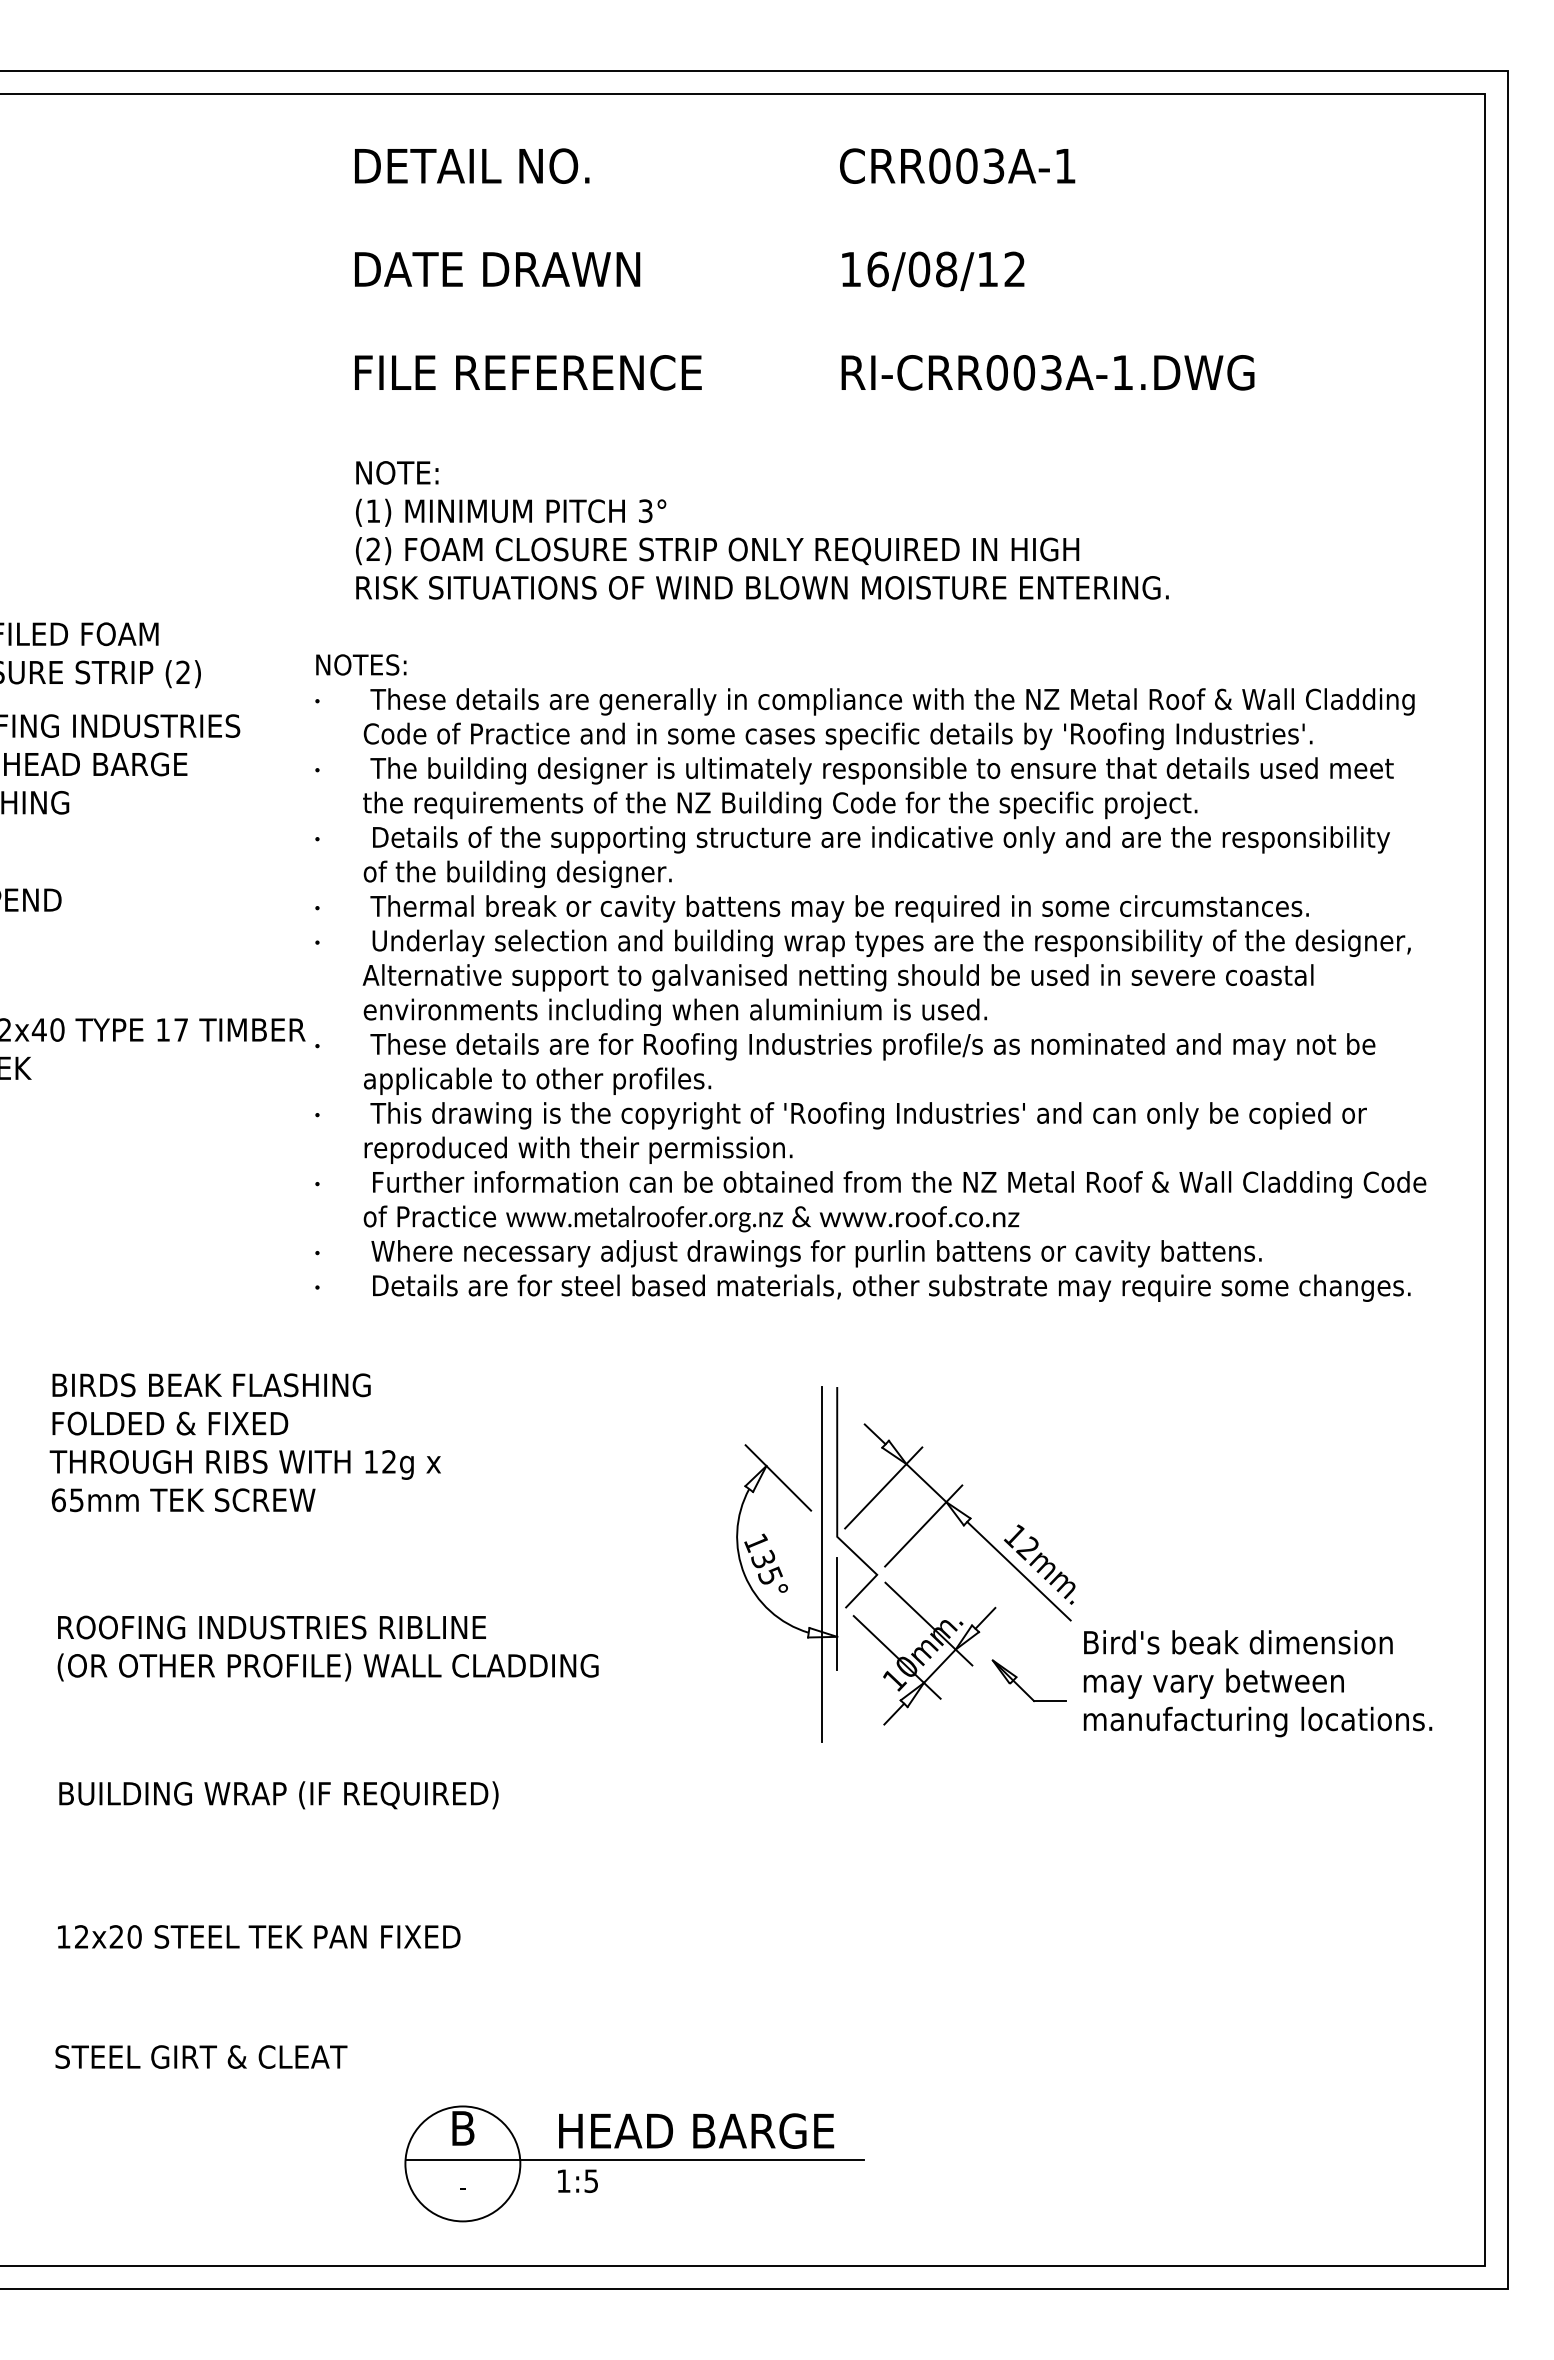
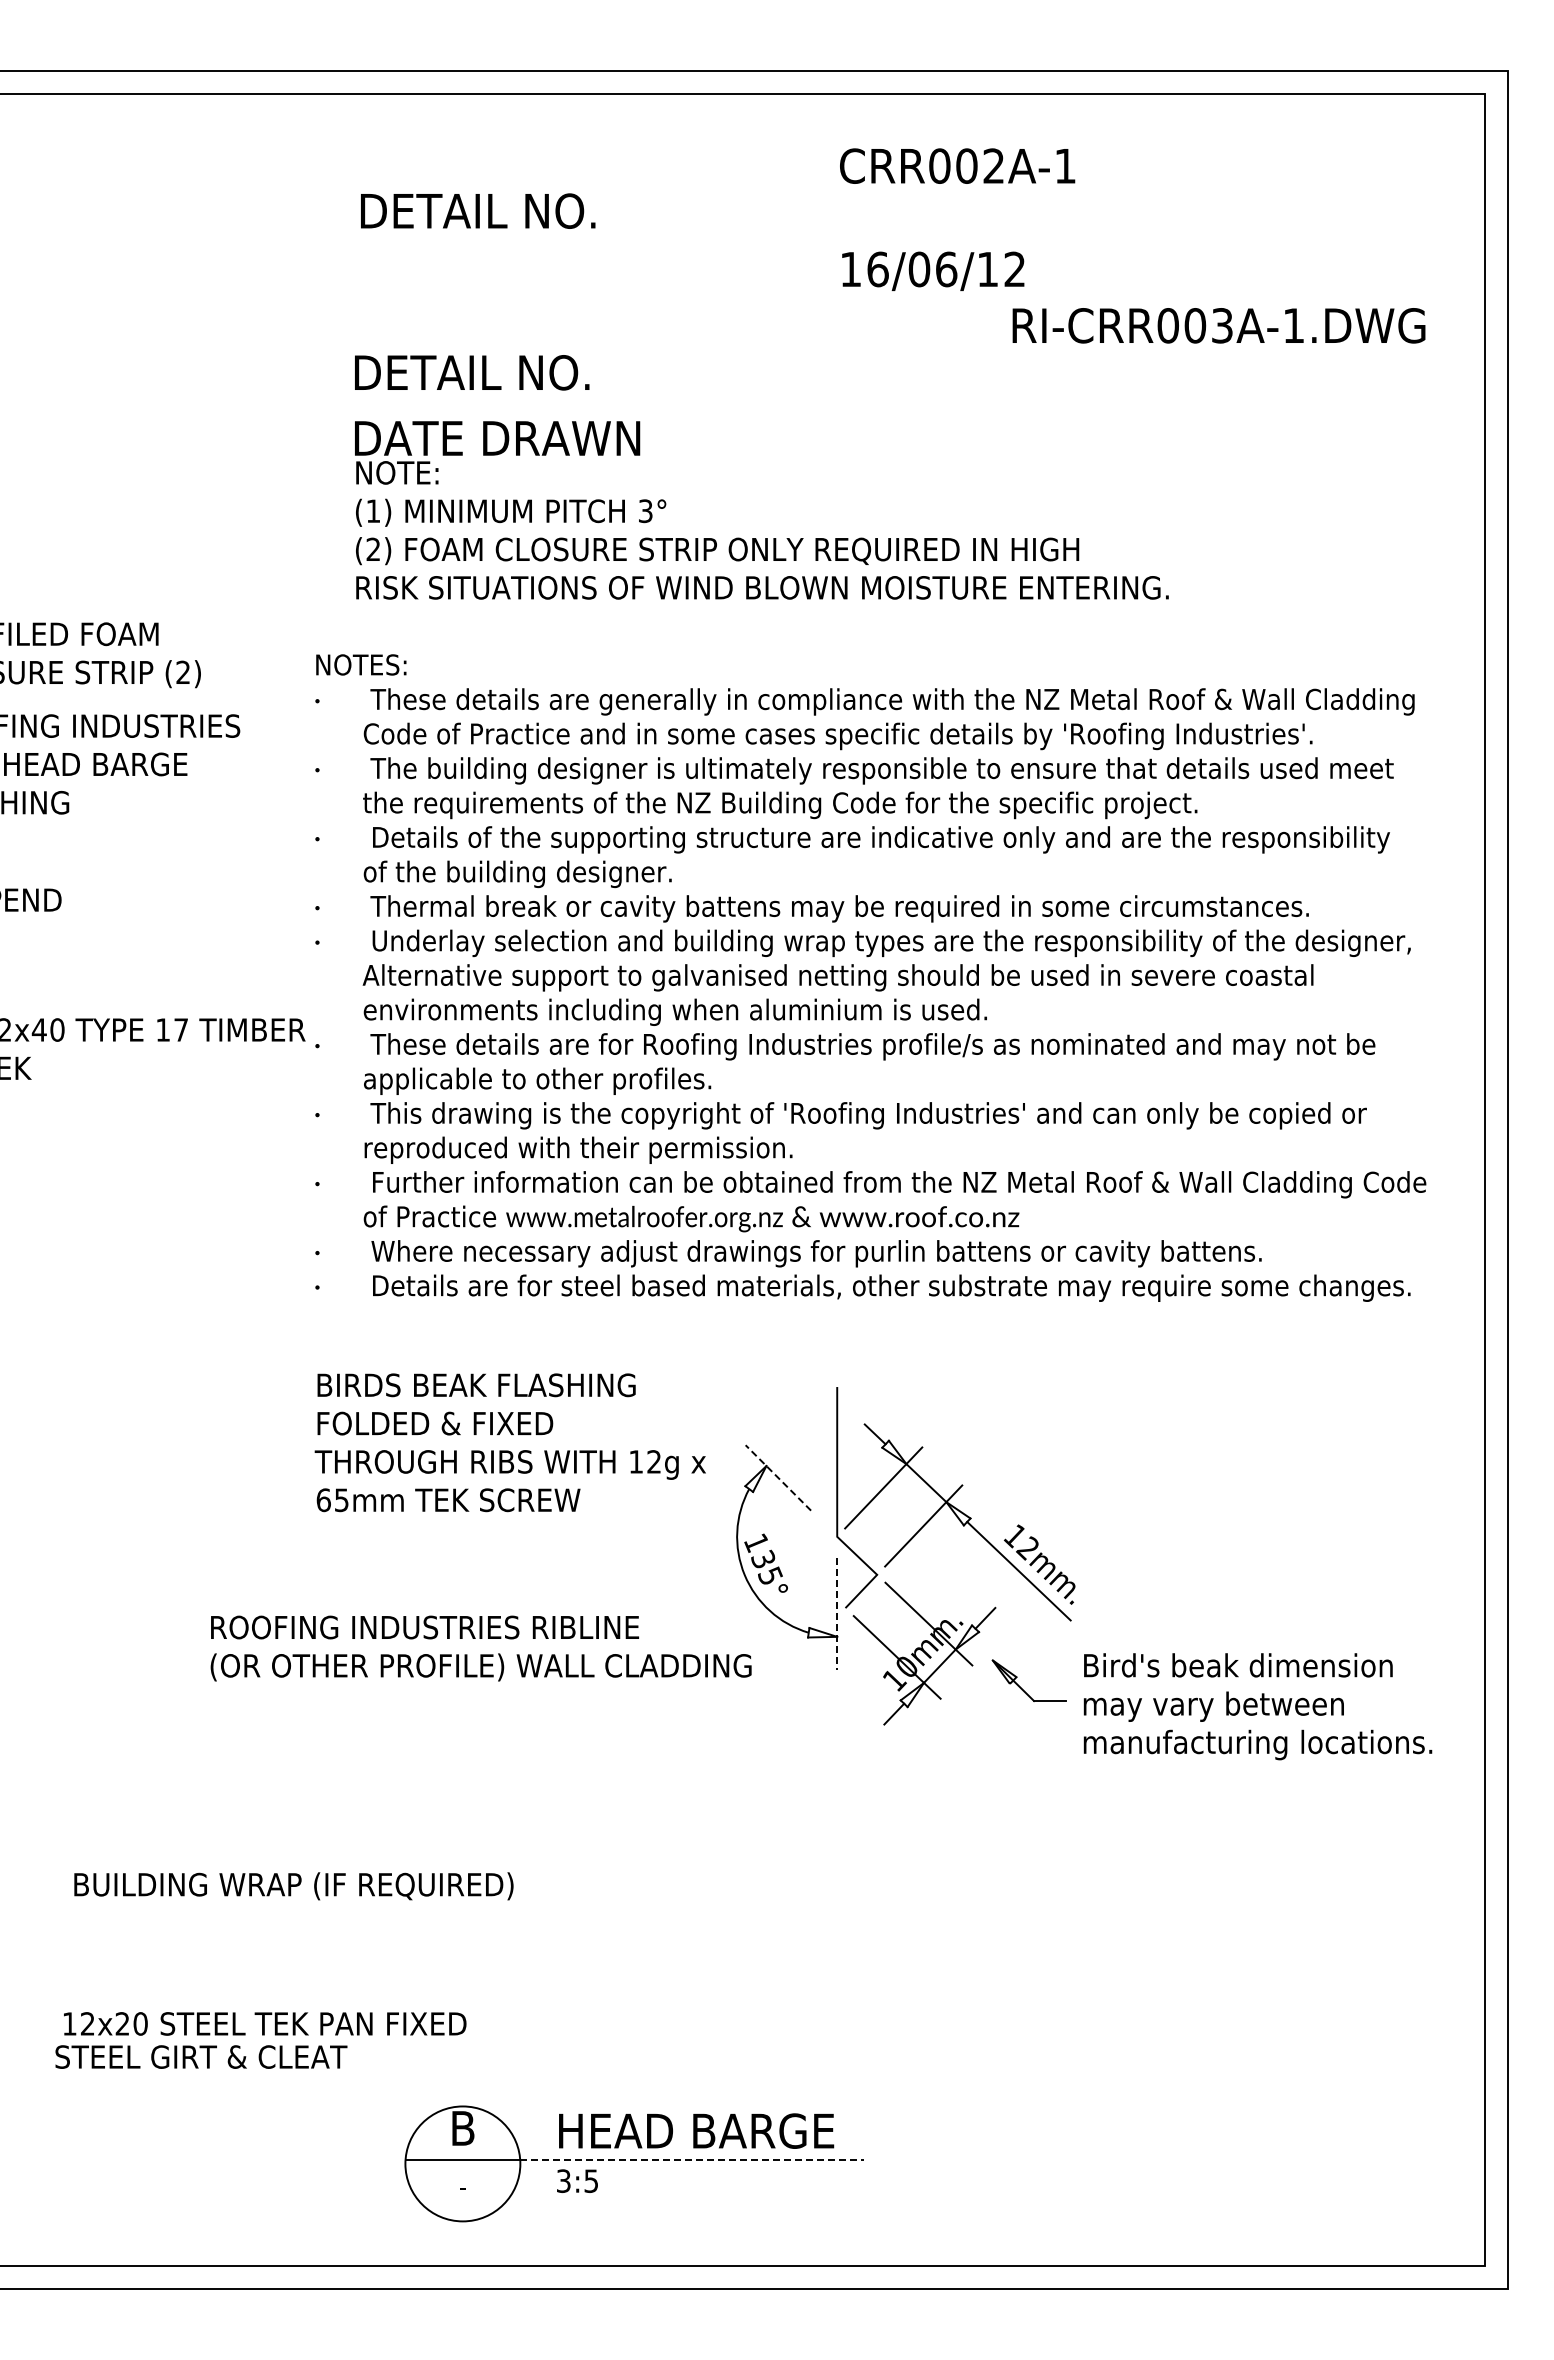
text at (472, 165) position: (472, 165) -> (478, 210)
text at (993, 165): CRR003A-1 -> CRR002A-1
text at (497, 269) position: (497, 269) -> (497, 438)
text at (946, 269): 16/08/12 -> 16/06/12
text at (530, 372): FILE REFERENCE -> DETAIL NO.
text at (1047, 372) position: (1047, 372) -> (1218, 325)
text at (244, 1442) position: (244, 1442) -> (509, 1442)
line at (778, 1477): solid -> dashed
line at (821, 1564): present -> none
line at (837, 1613): solid -> dashed
text at (327, 1648) position: (327, 1648) -> (480, 1648)
text at (1257, 1683) position: (1257, 1683) -> (1257, 1706)
text at (278, 1795) position: (278, 1795) -> (293, 1886)
text at (259, 1936) position: (259, 1936) -> (265, 2023)
line at (692, 2159): solid -> dashed
text at (563, 2181): 1:5 -> 3:5
